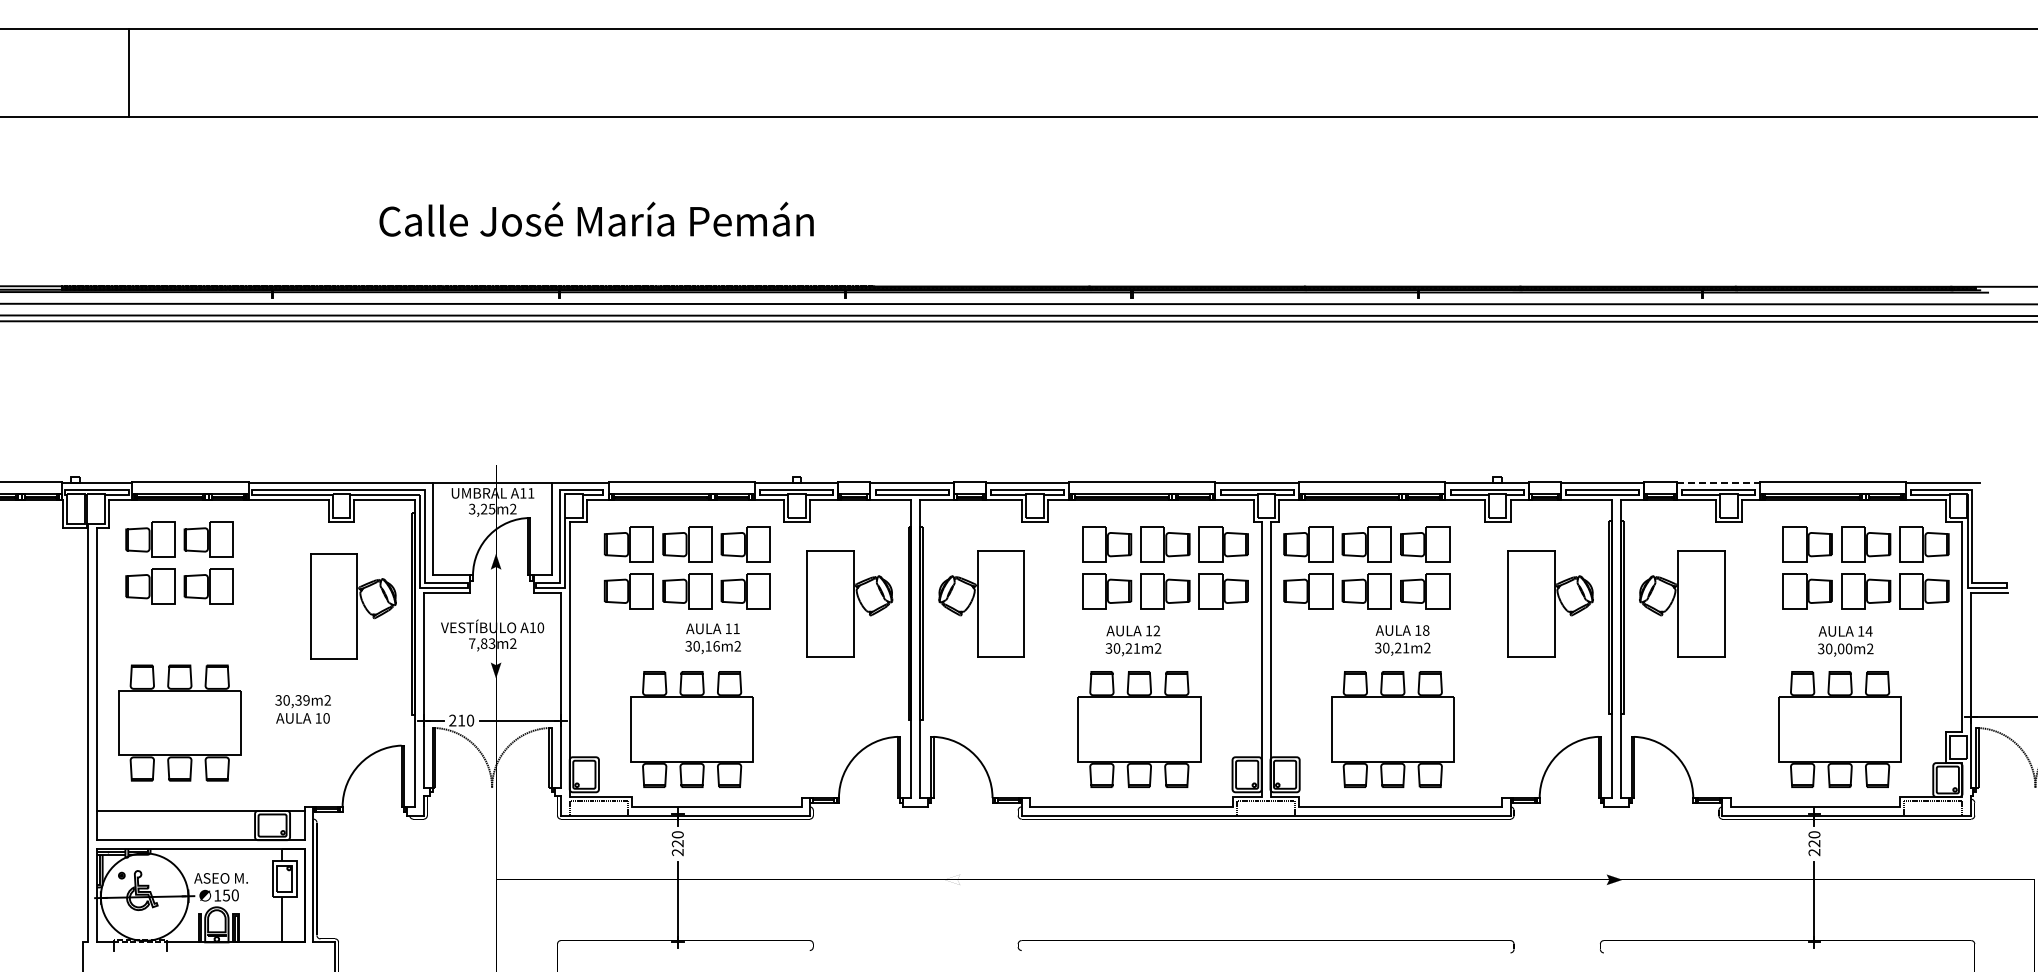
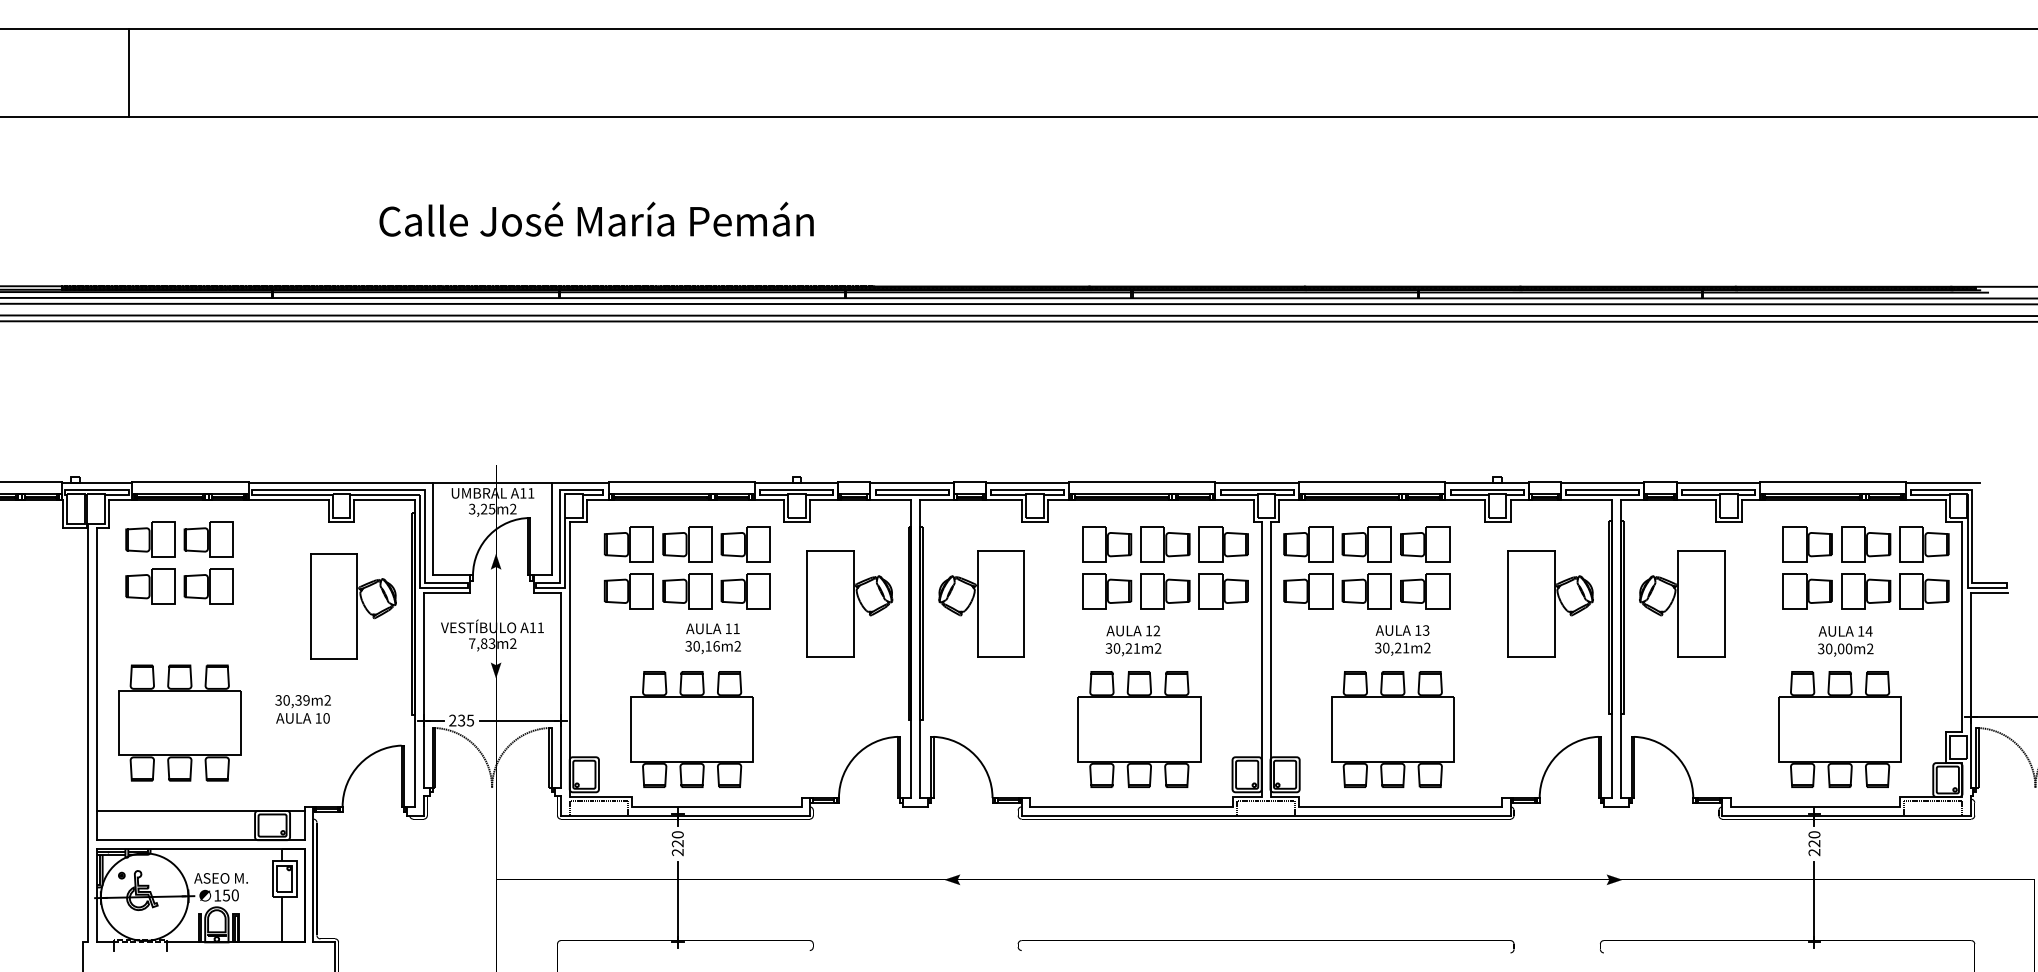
line at (1018, 297): none -> present
line at (1718, 482): dashed -> solid
text at (540, 627): A10 -> A11
text at (1425, 630): 18 -> 13
text at (466, 720): 210 -> 235
fill at (952, 879): none -> present
